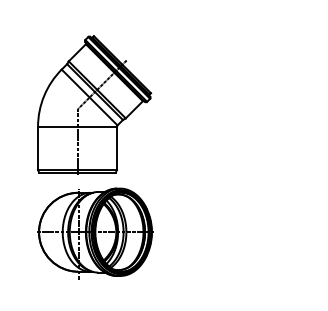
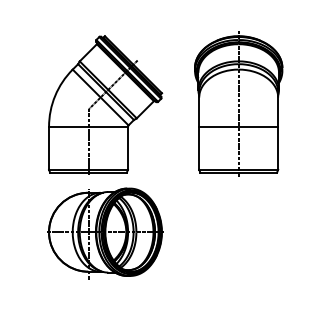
part at (238, 103): none -> present
part at (94, 104) position: (94, 104) -> (105, 104)
part at (95, 233) position: (95, 233) -> (105, 233)
